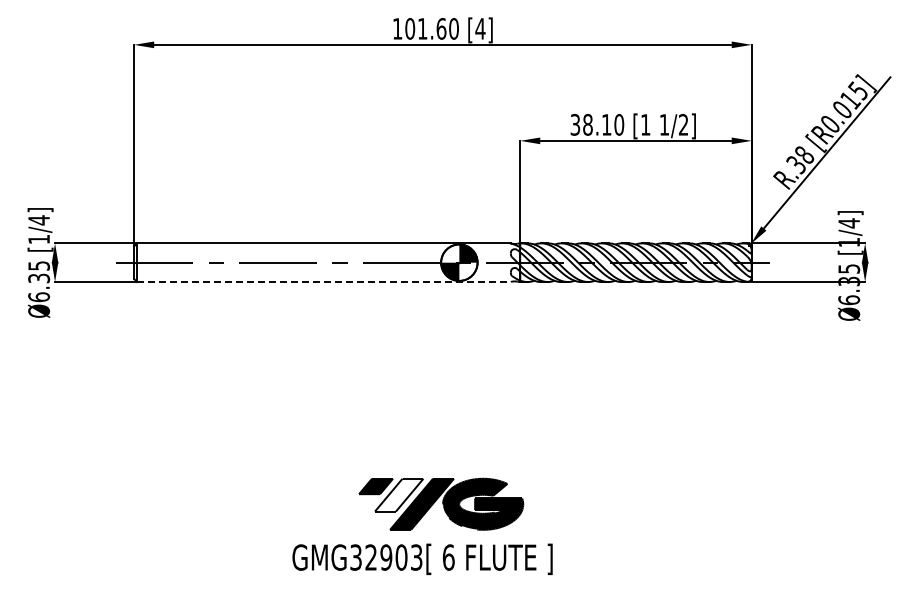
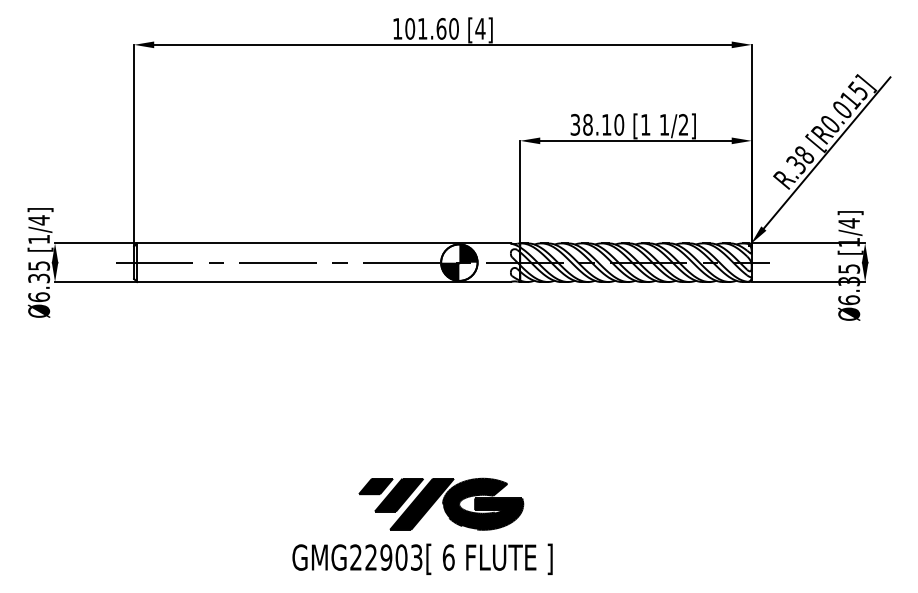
line at (324, 282): dashed -> solid
fill at (398, 494): none -> present
text at (355, 557): GMG32903[ -> GMG22903[
